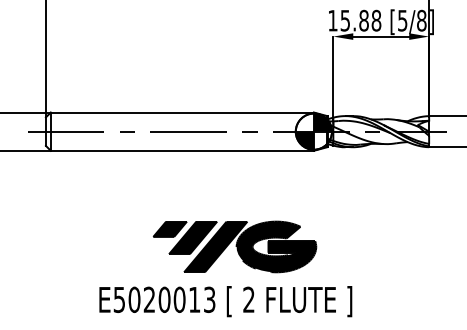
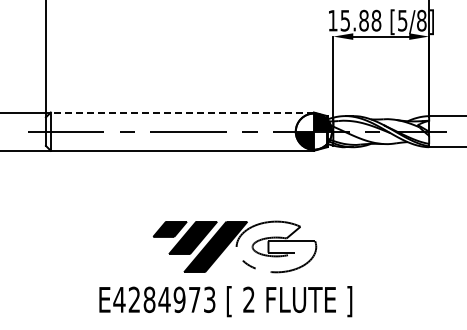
line at (182, 112): solid -> dashed
fill at (276, 246): present -> none
text at (156, 299): E5020013 -> E4284973
